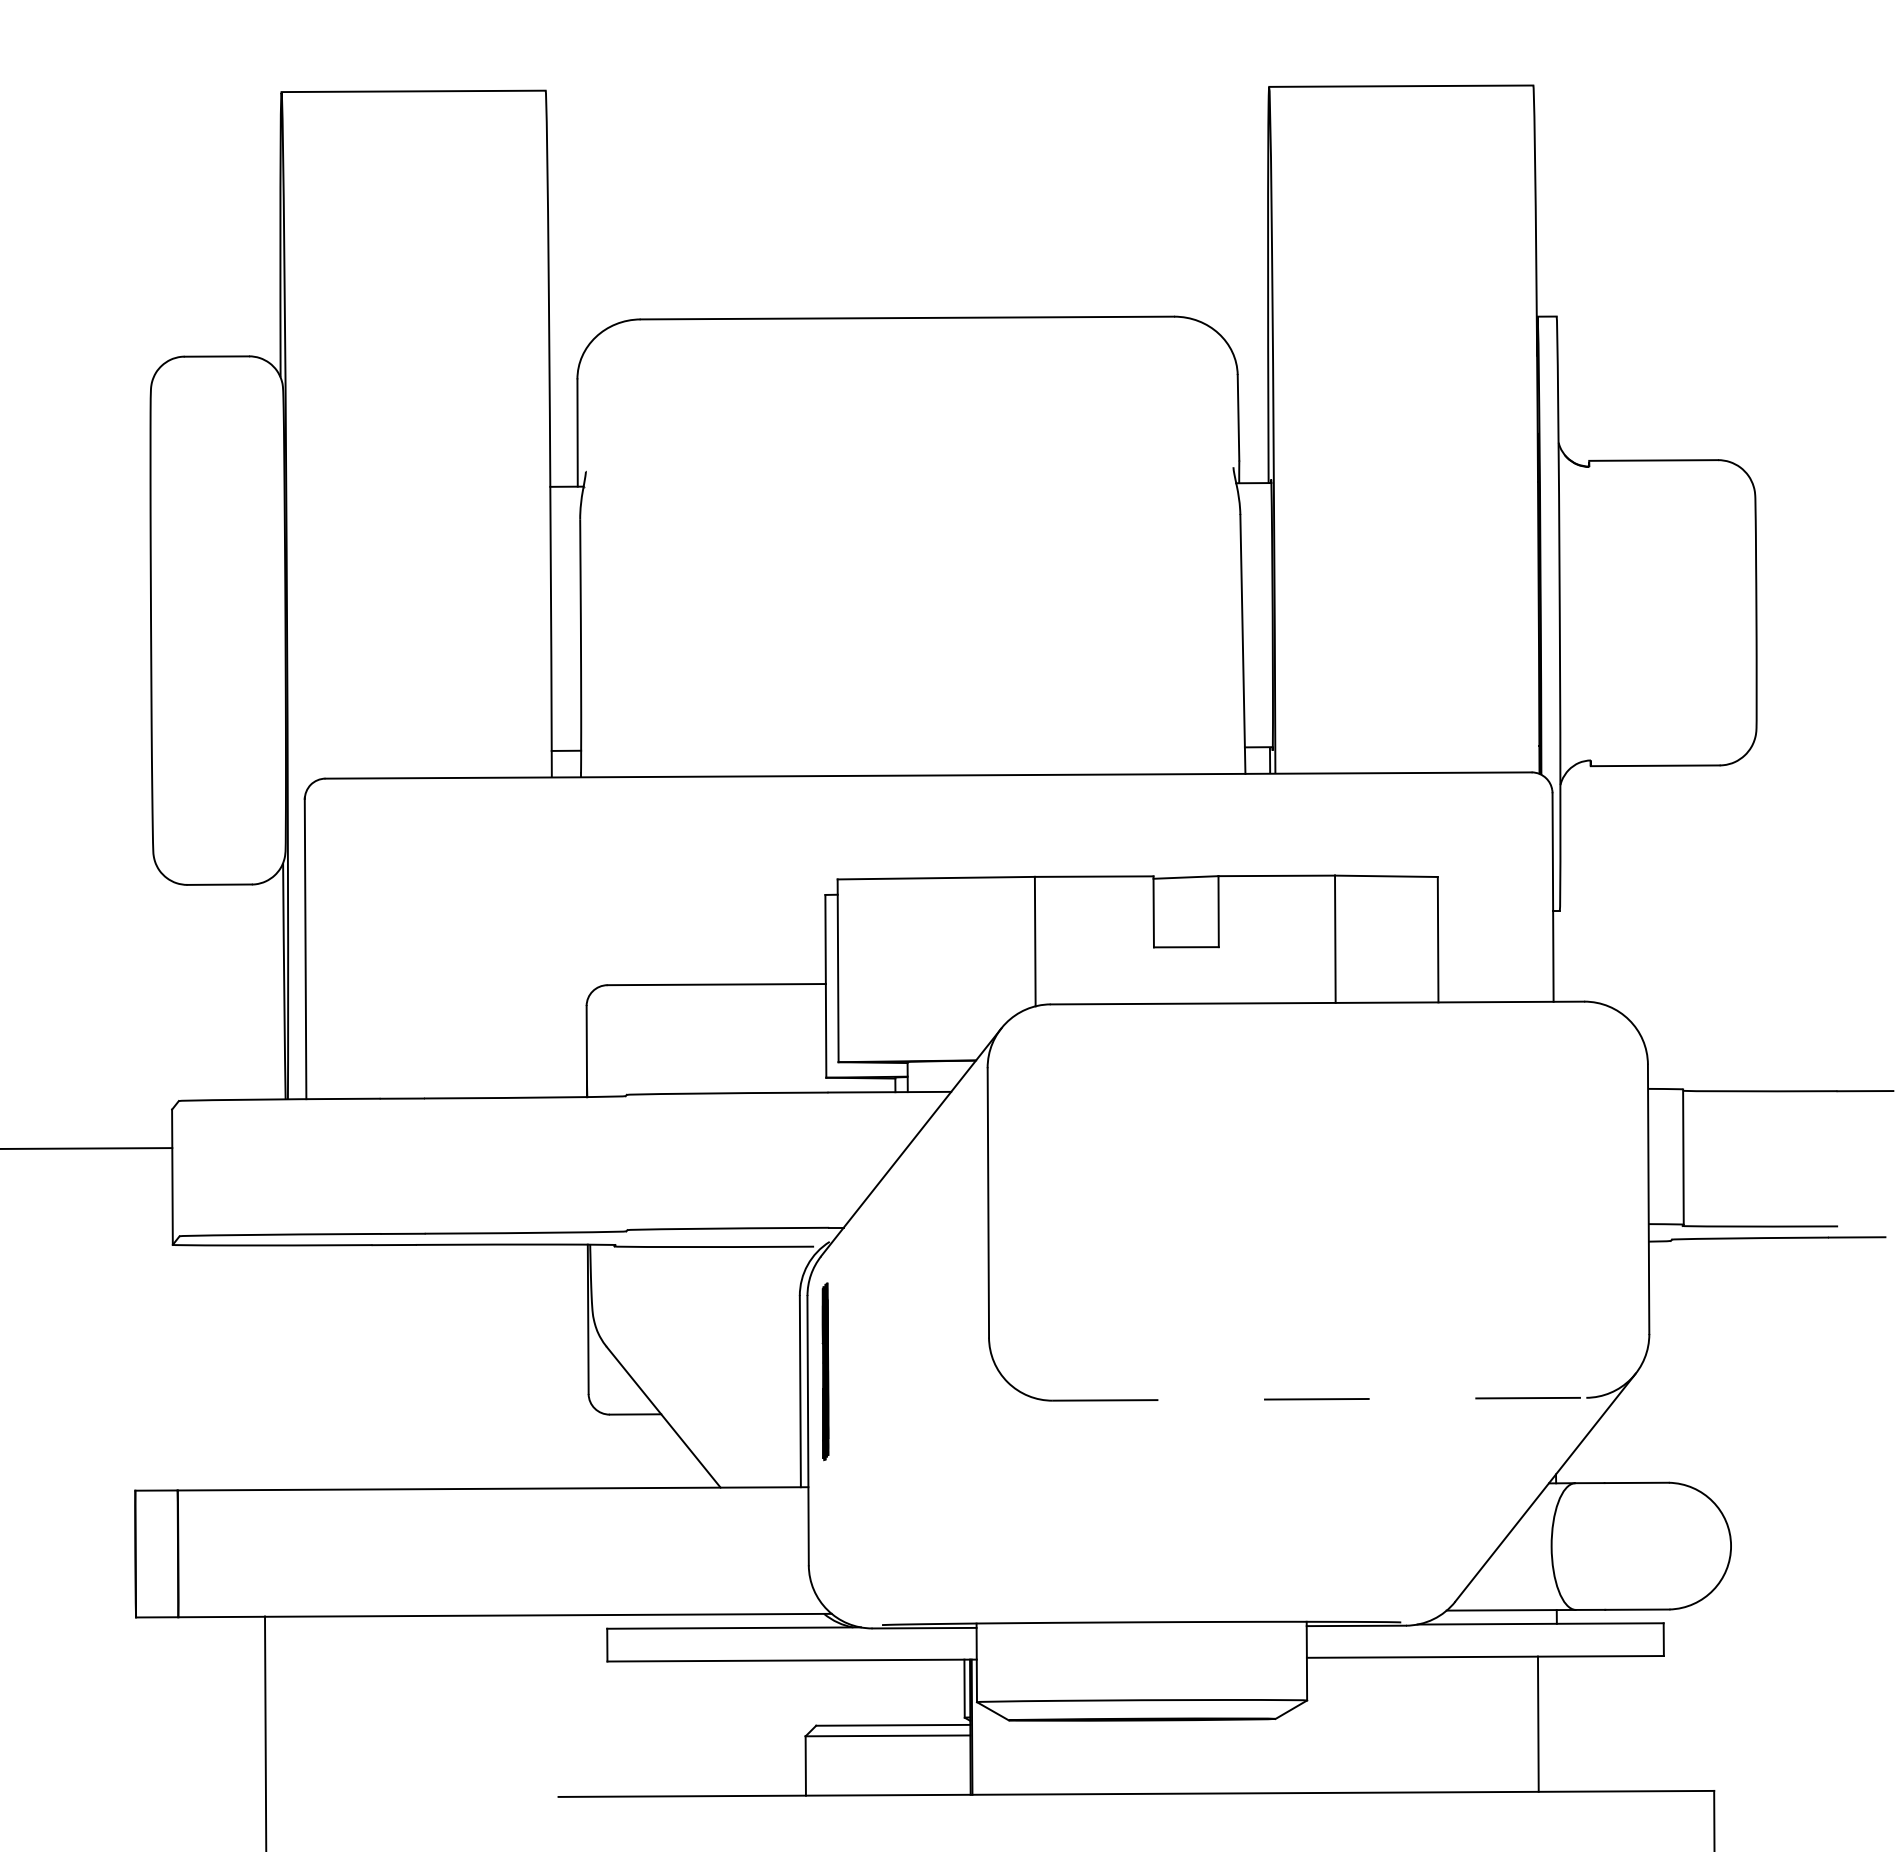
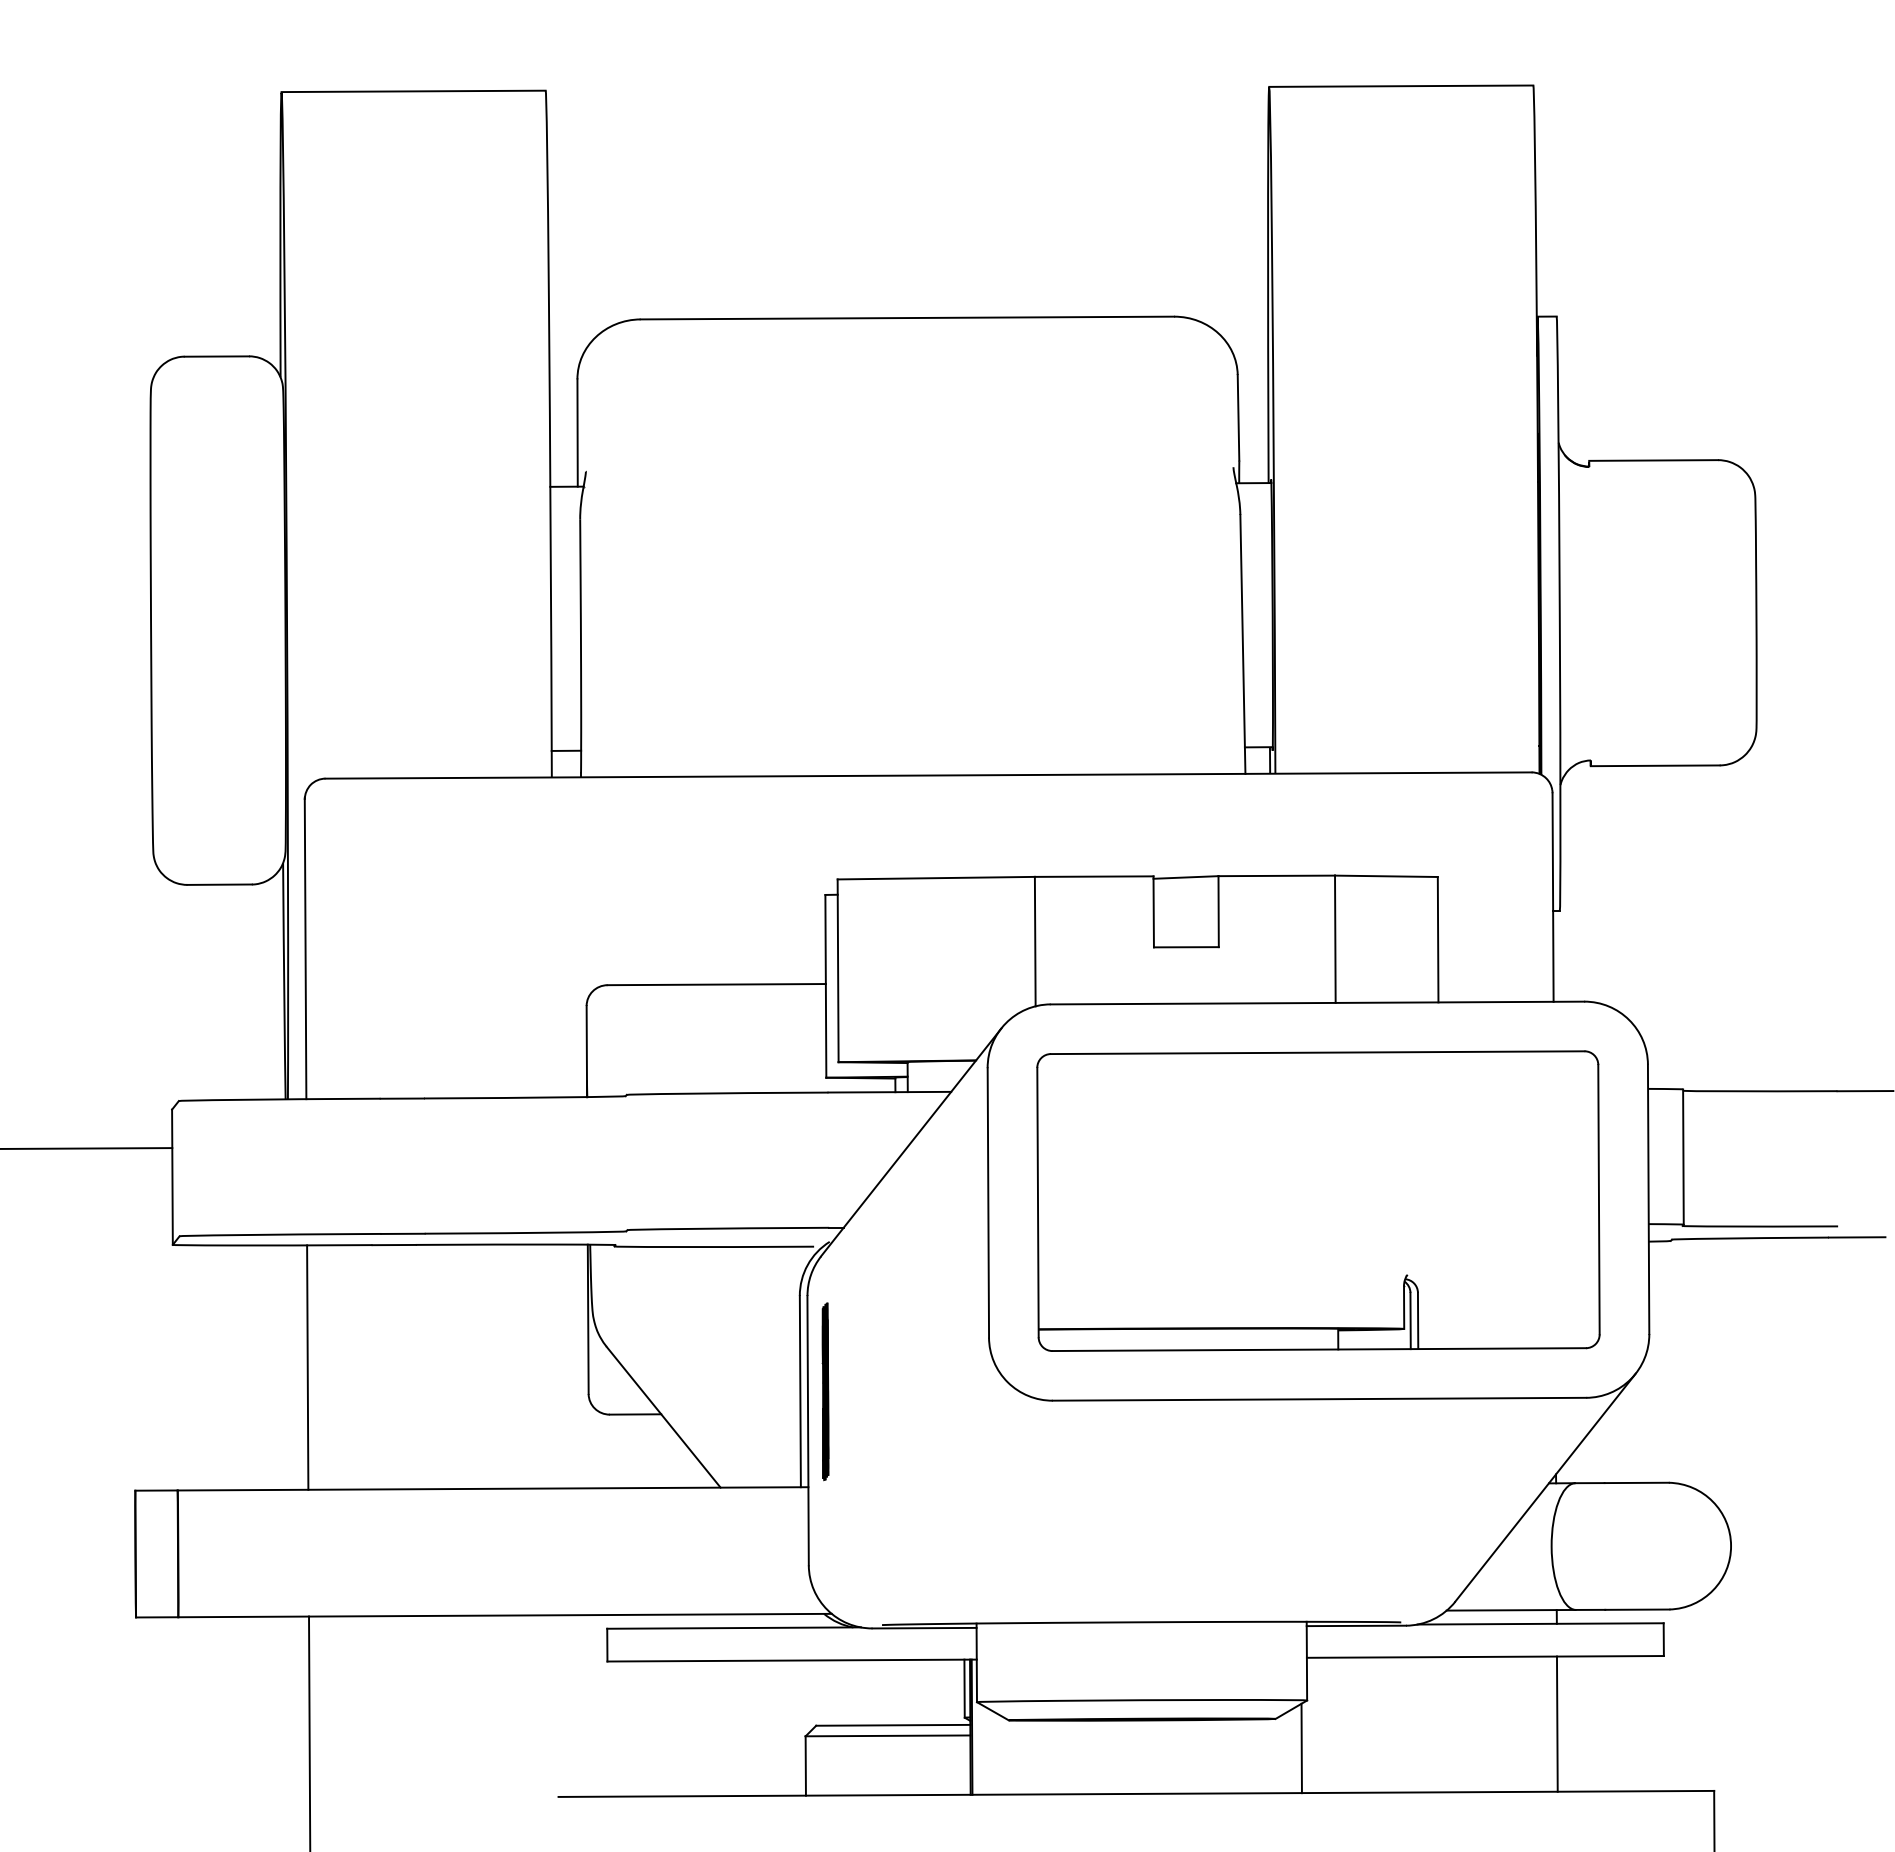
part at (1318, 1200): none -> present
line at (307, 1367): none -> present
part at (825, 1371) position: (825, 1371) -> (825, 1391)
line at (1319, 1399): dashed -> solid
line at (1537, 1723) position: (1537, 1723) -> (1556, 1723)
line at (265, 1732) position: (265, 1732) -> (309, 1732)
line at (1301, 1748): none -> present
